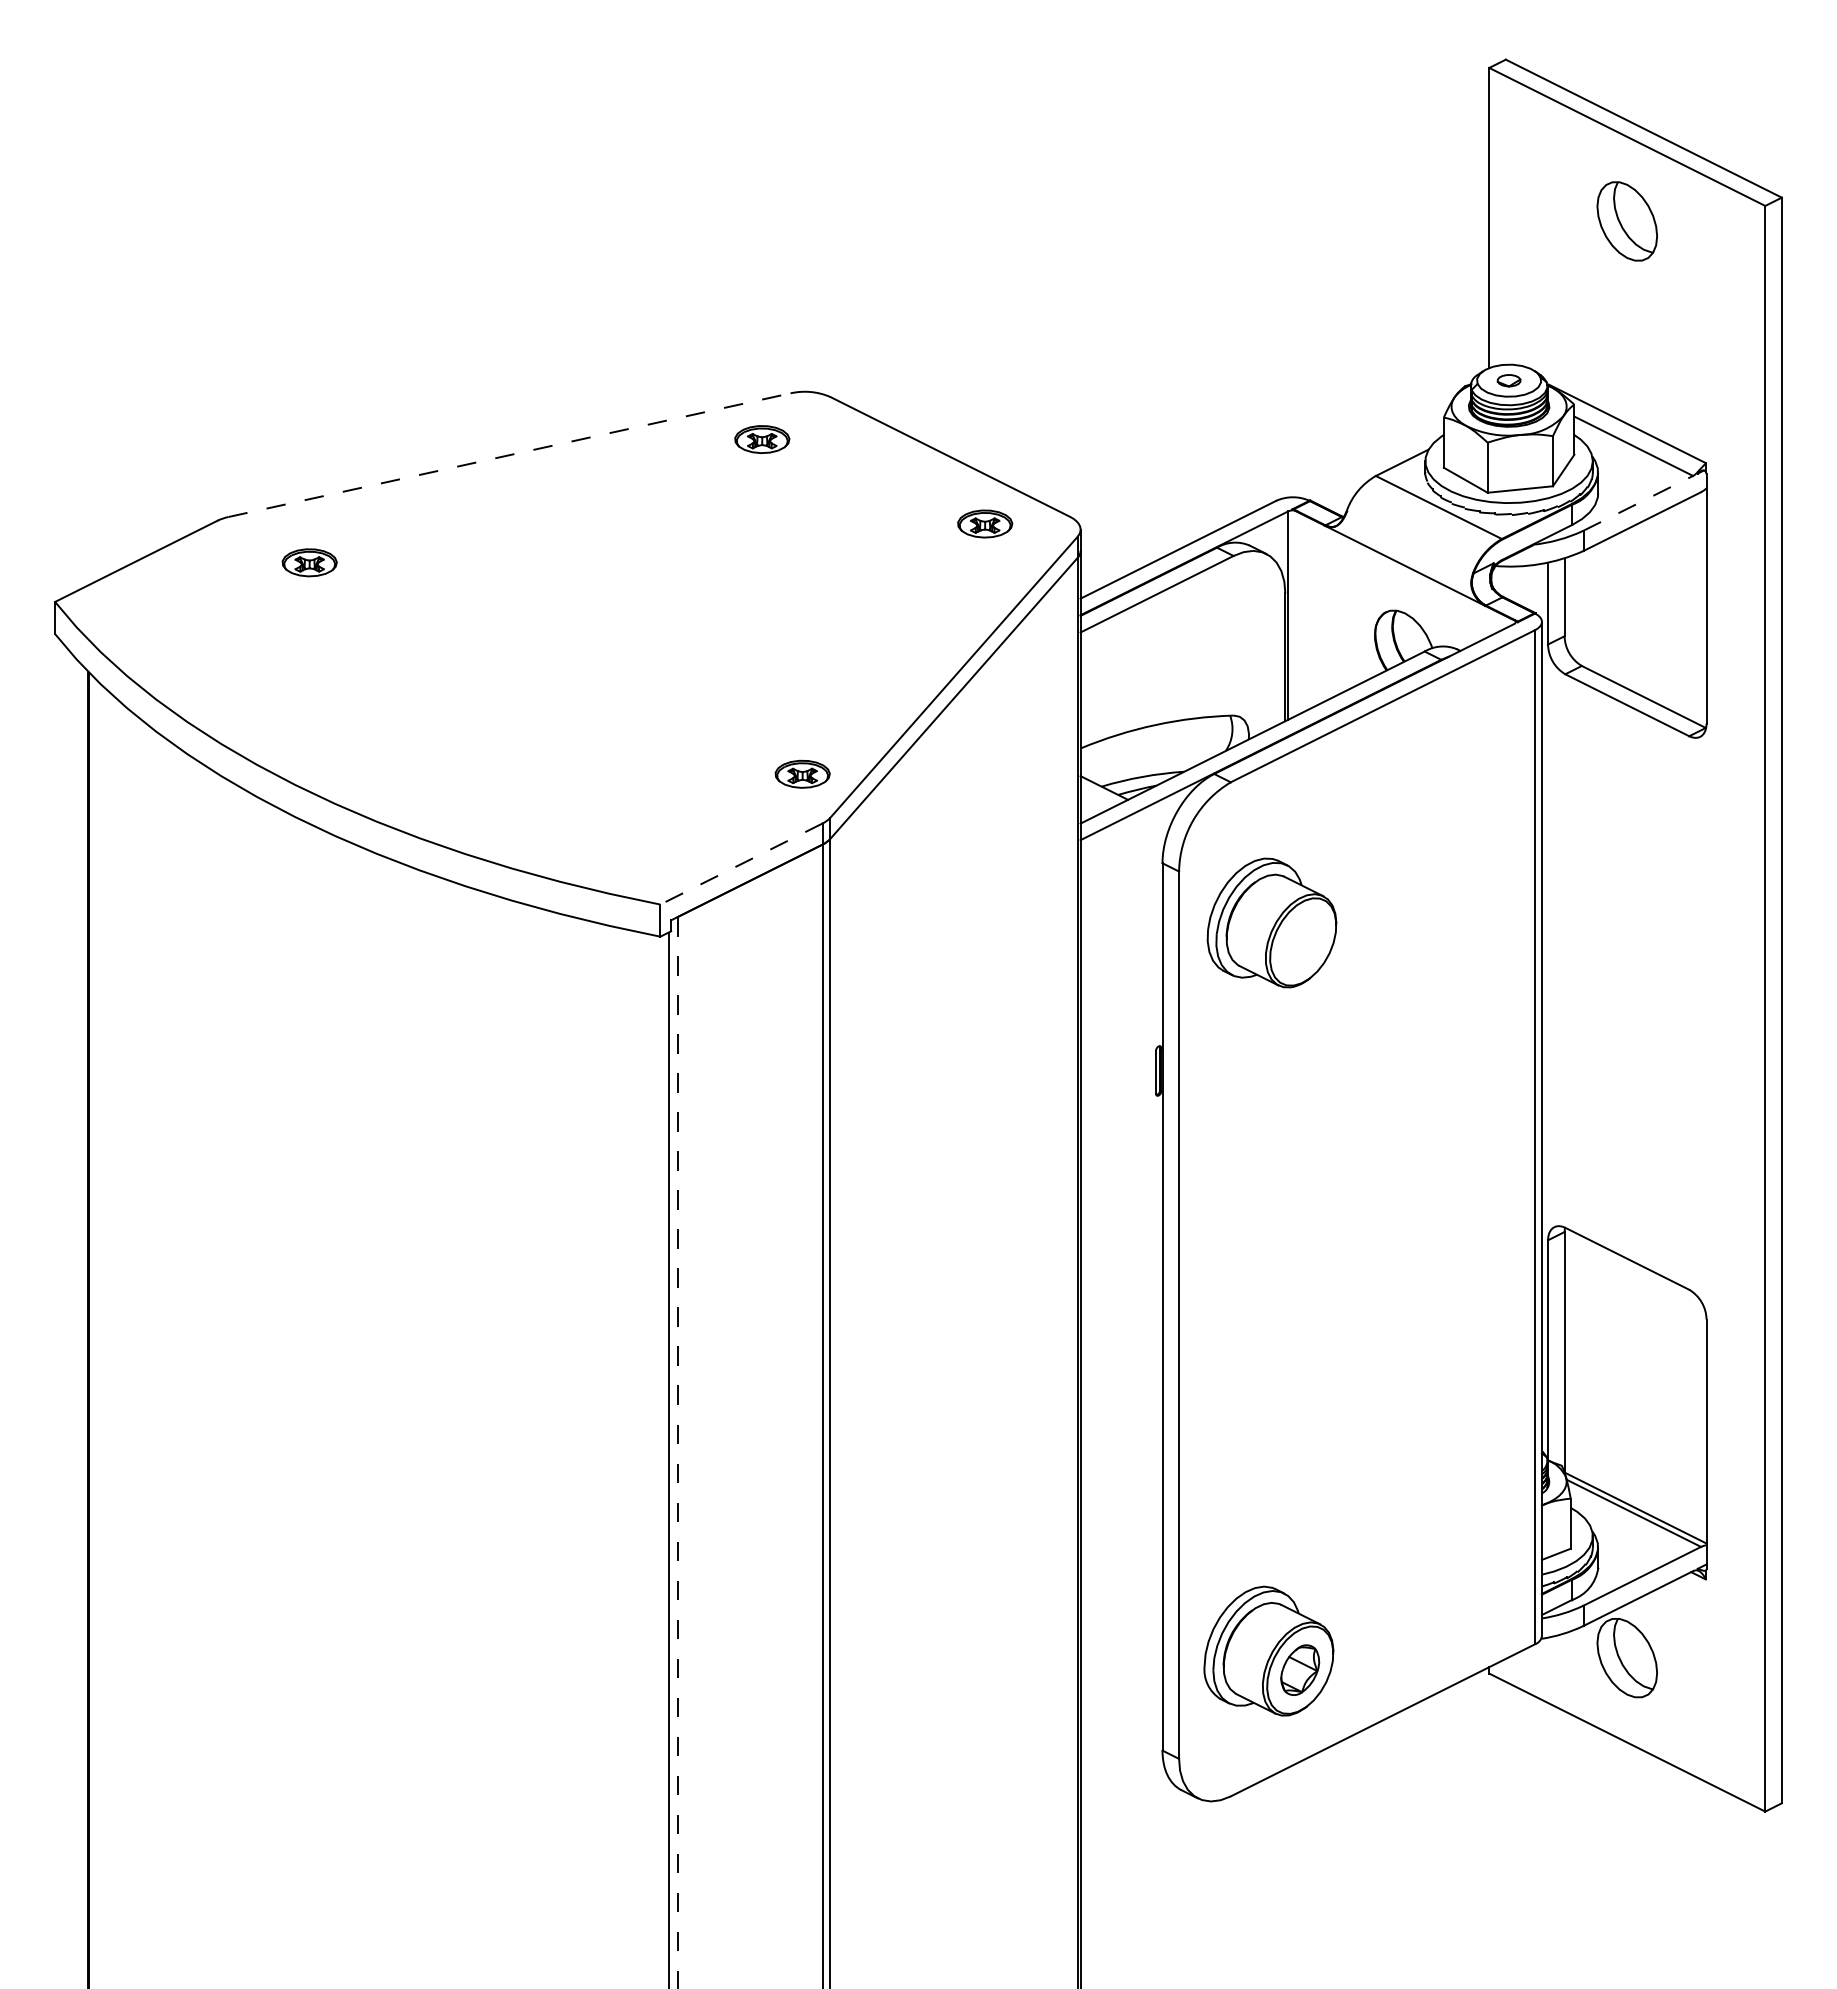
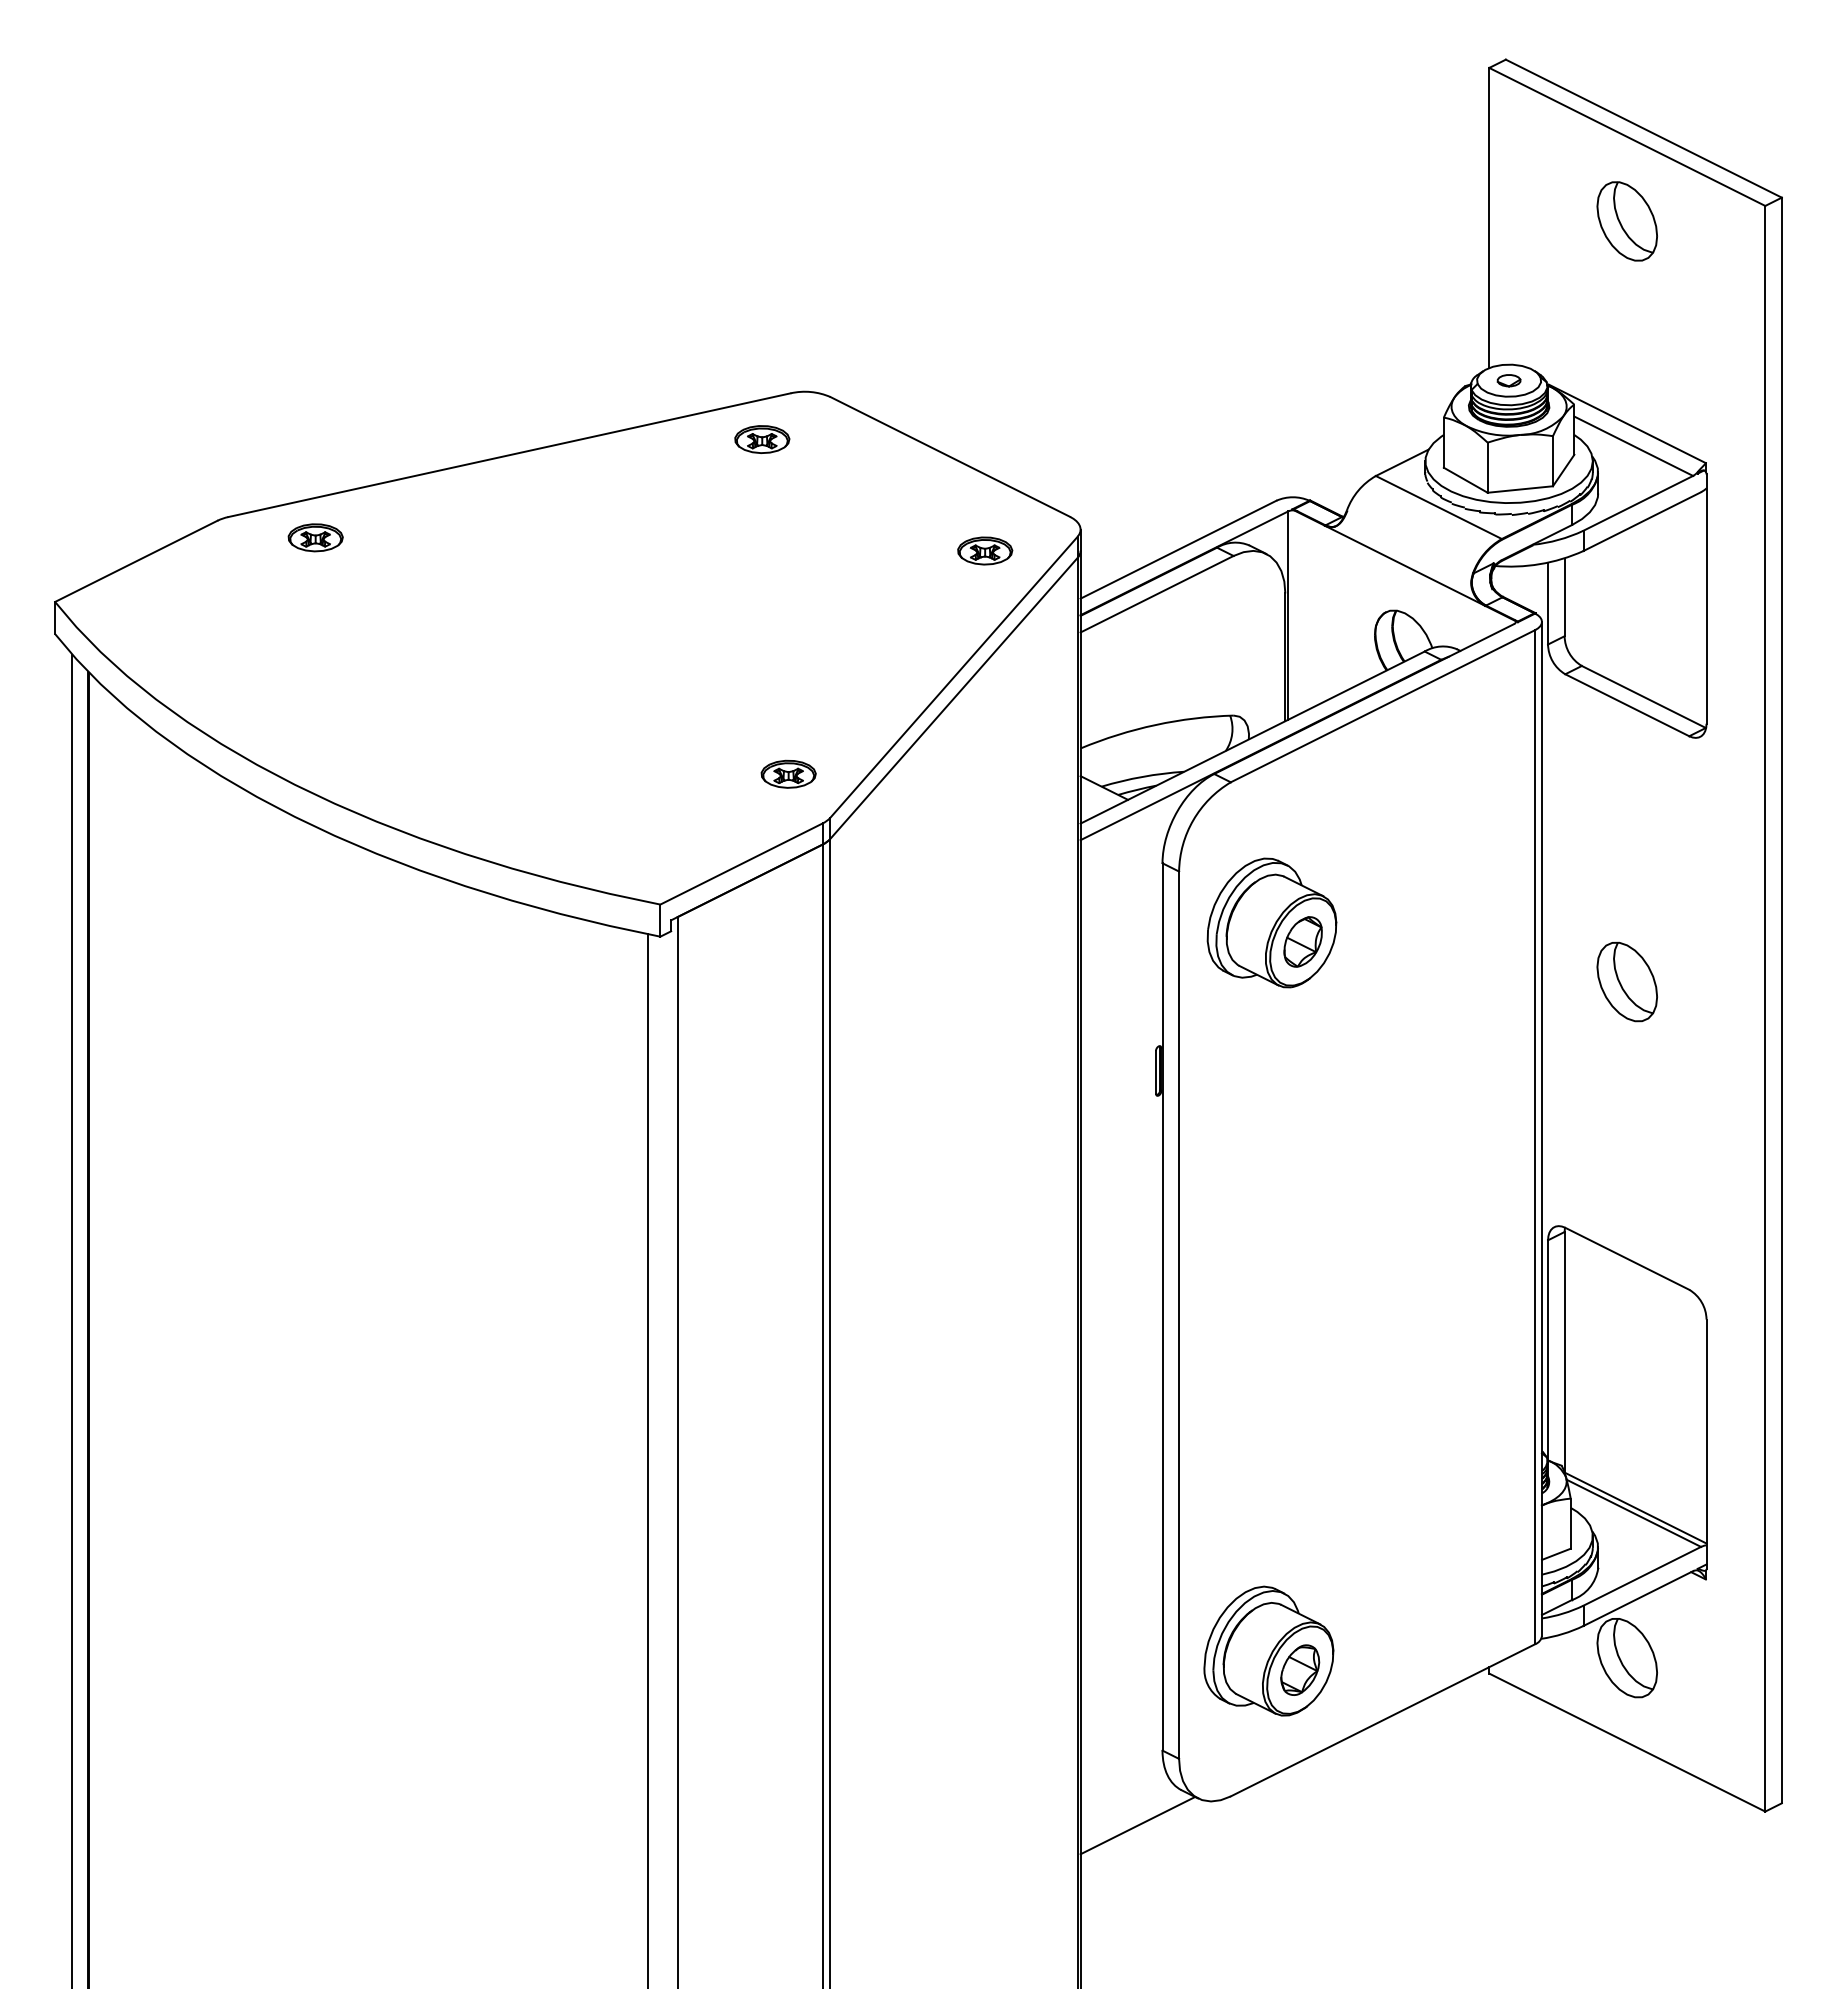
line at (509, 455): dashed -> solid
line at (1638, 503): dashed -> solid
part at (985, 523) position: (985, 523) -> (985, 550)
part at (309, 562) position: (309, 562) -> (315, 537)
part at (802, 773) position: (802, 773) -> (788, 773)
line at (741, 864): dashed -> solid
part at (1302, 941): none -> present
part at (1626, 981): none -> present
line at (72, 1319): none -> present
line at (677, 1452): dashed -> solid
line at (668, 1459) position: (668, 1459) -> (647, 1459)
line at (1137, 1825): none -> present
